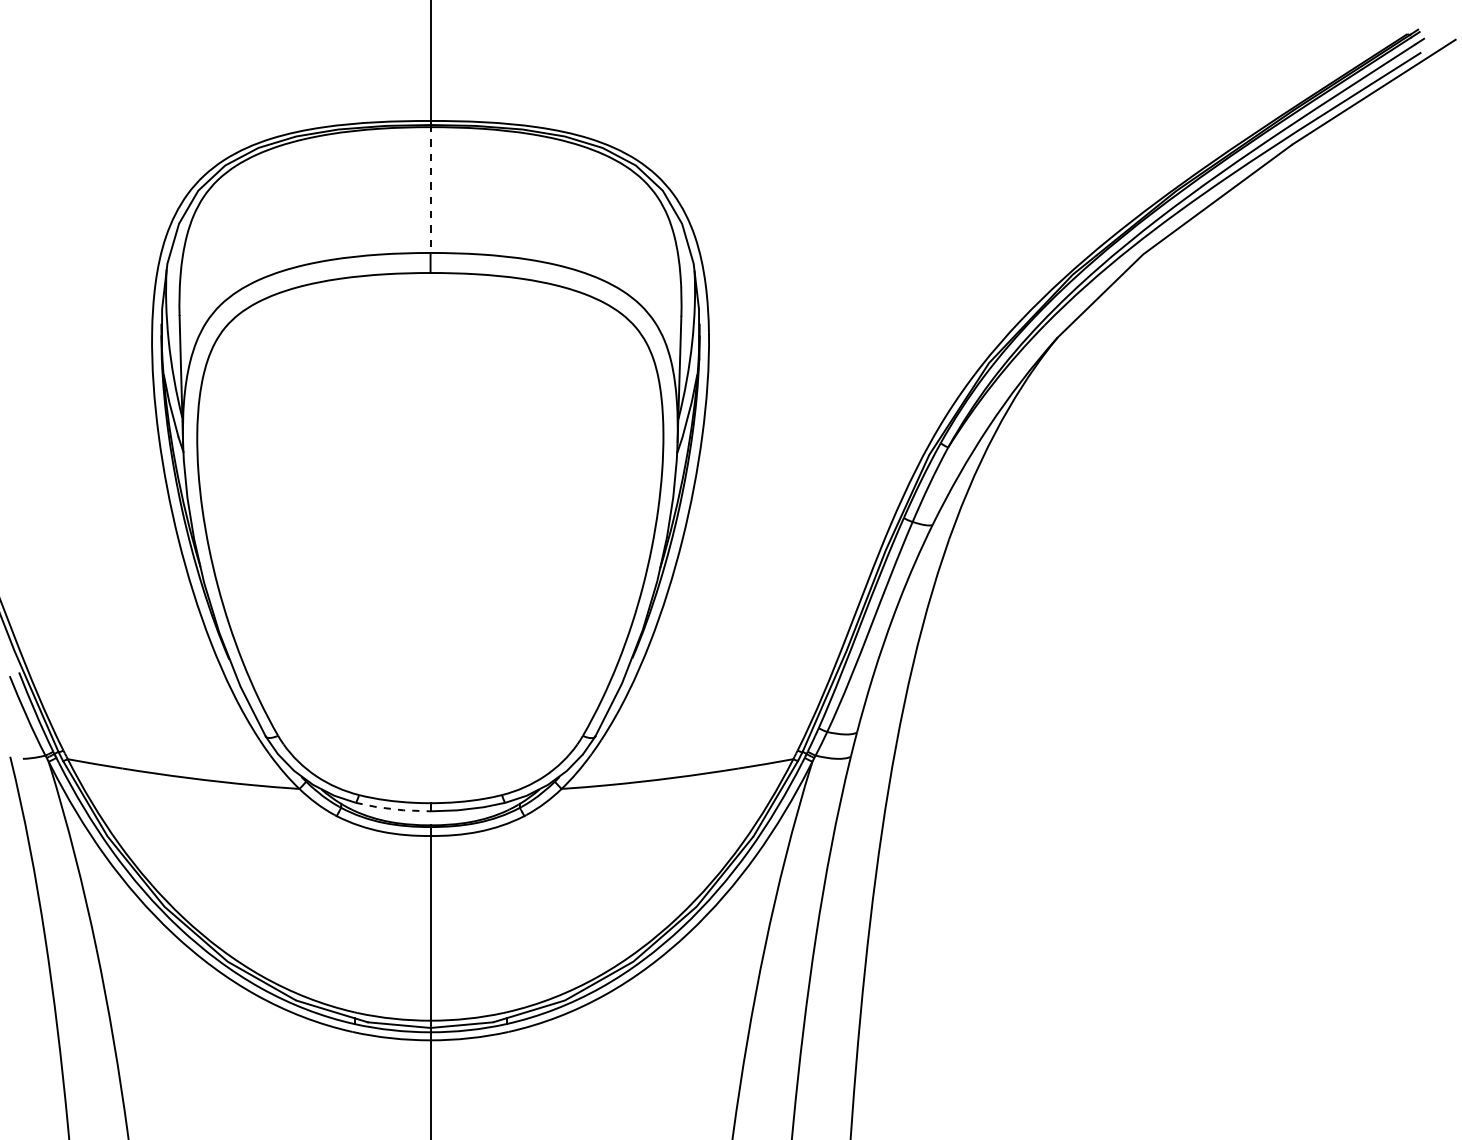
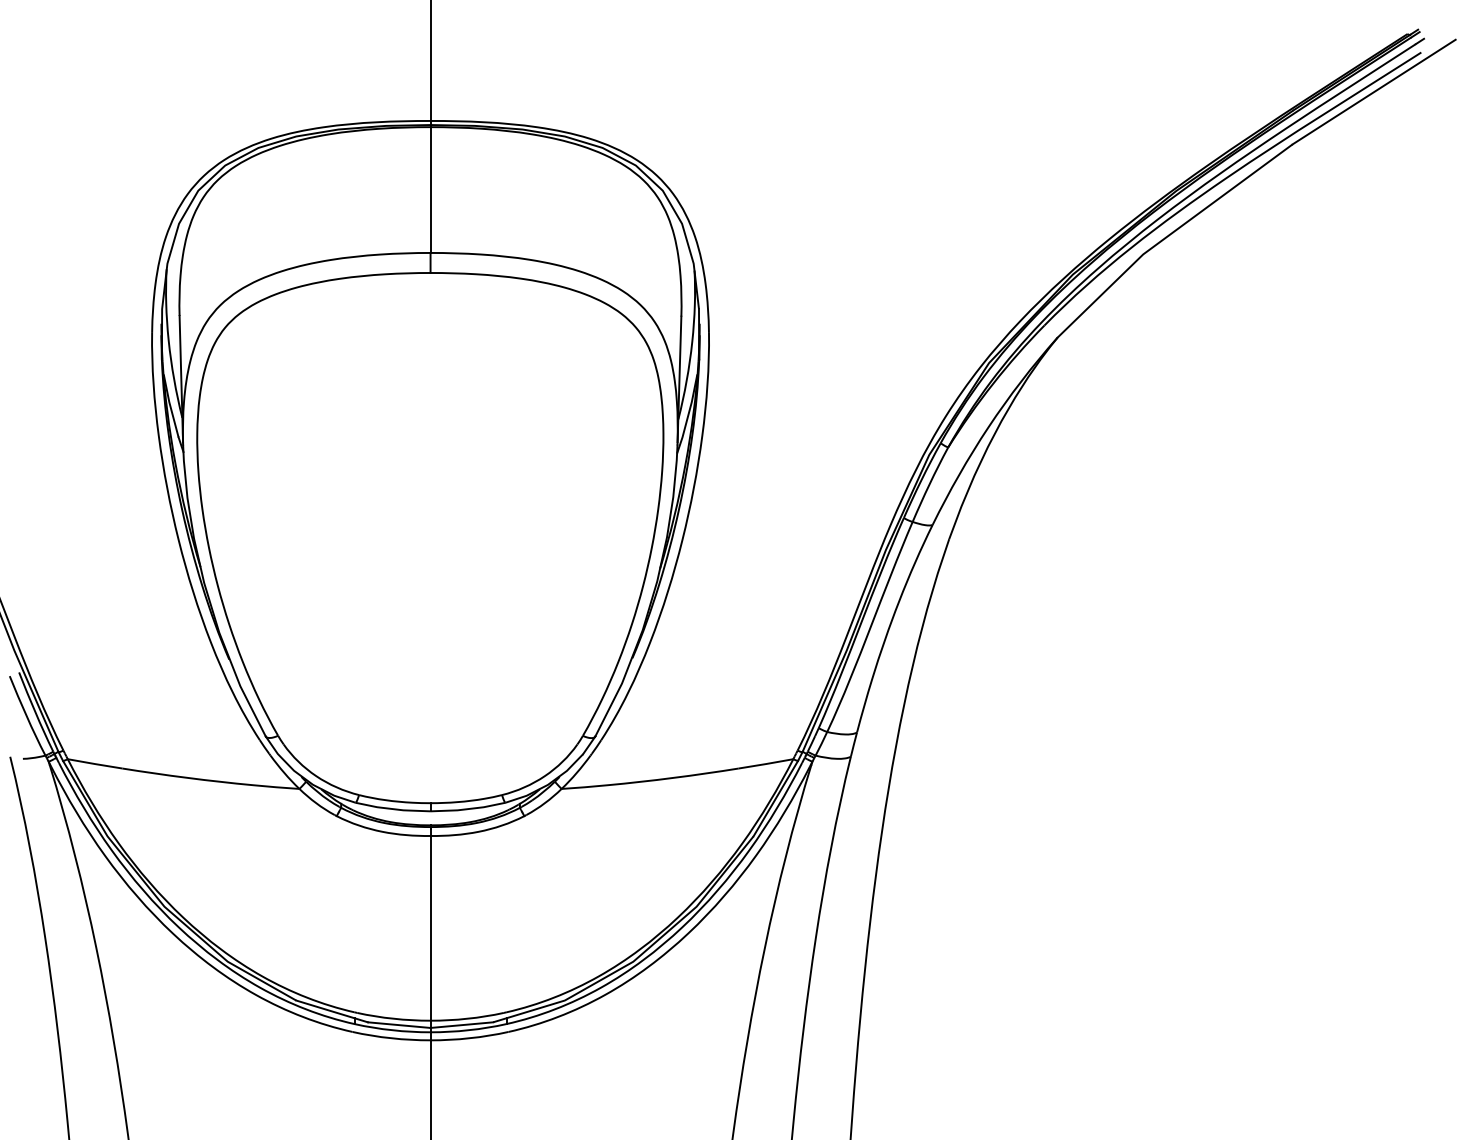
line at (430, 189): dashed -> solid
line at (392, 809): dashed -> solid
